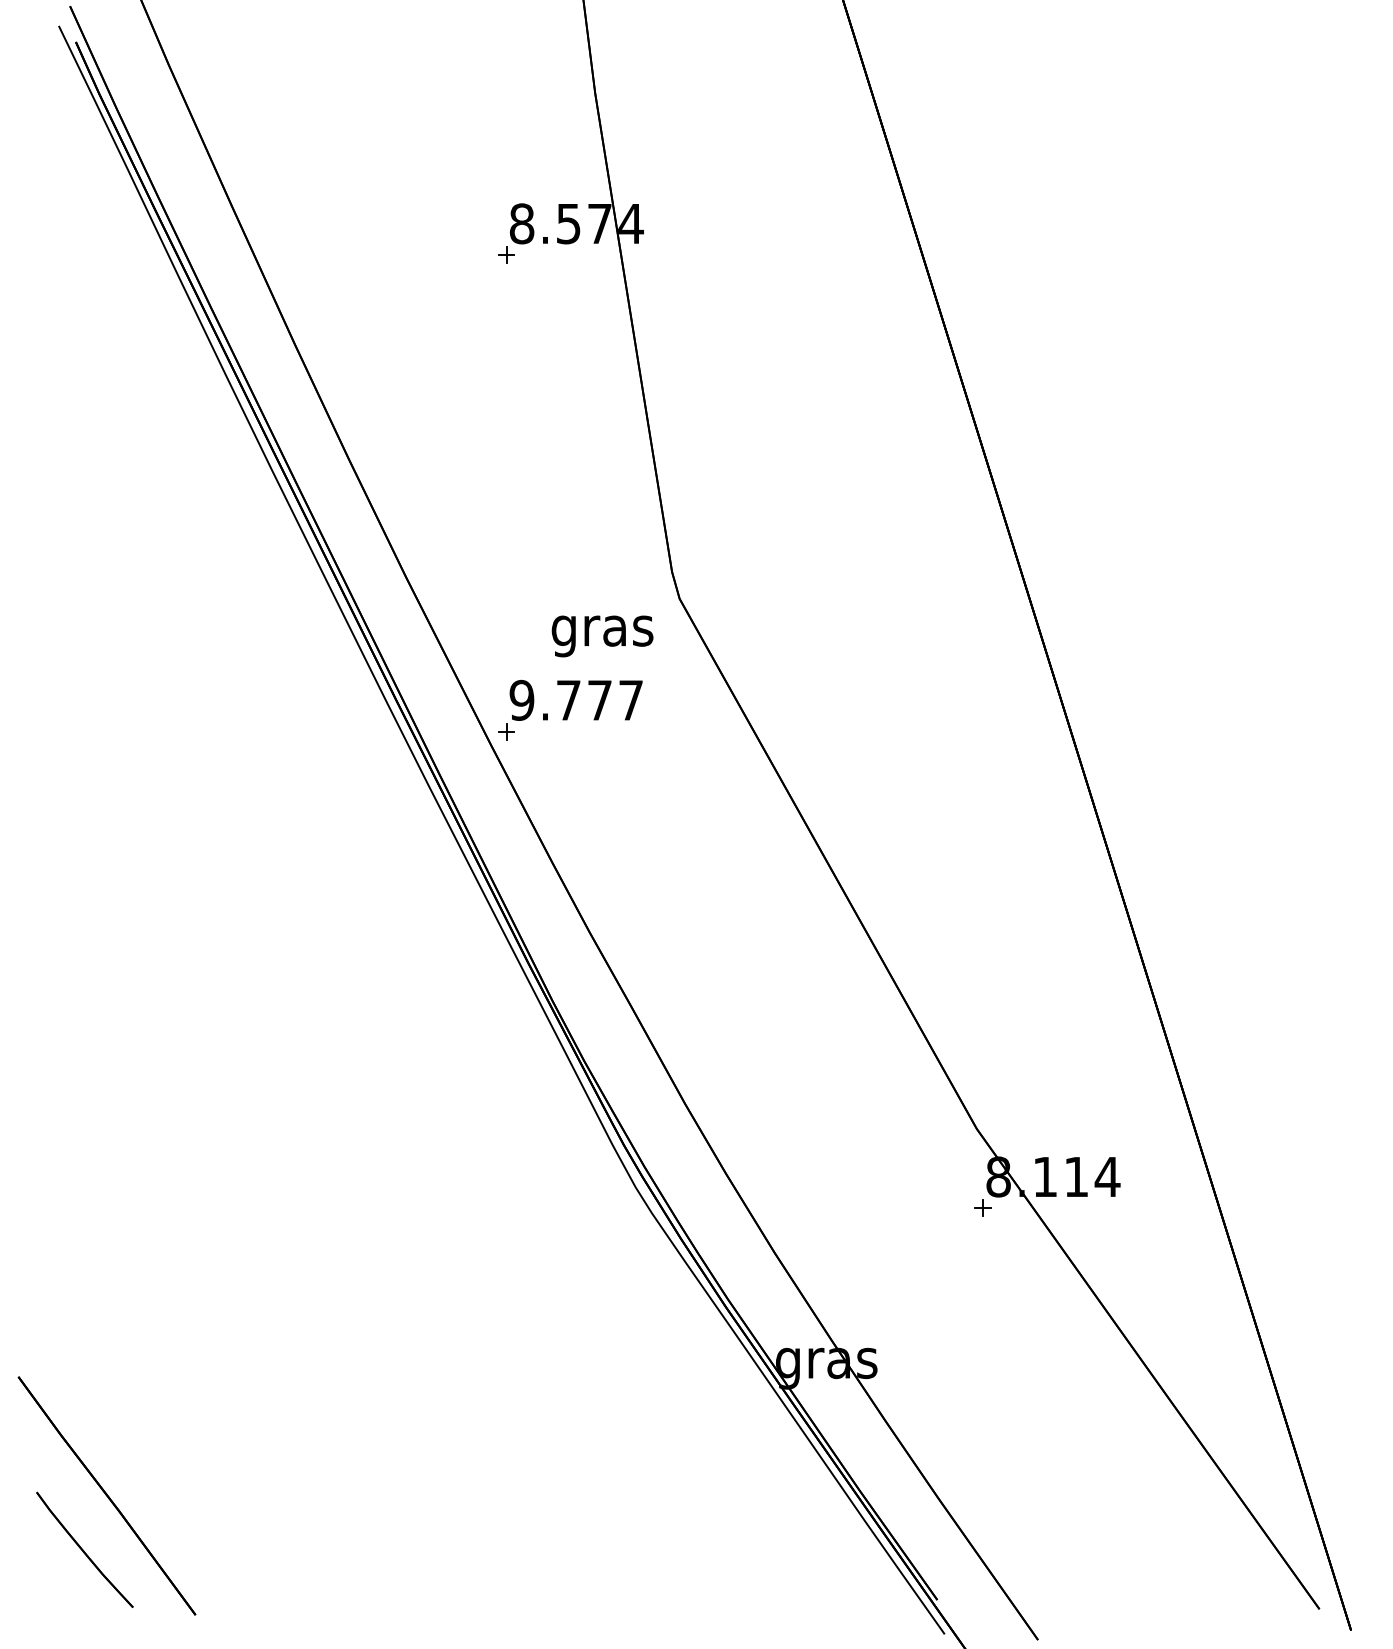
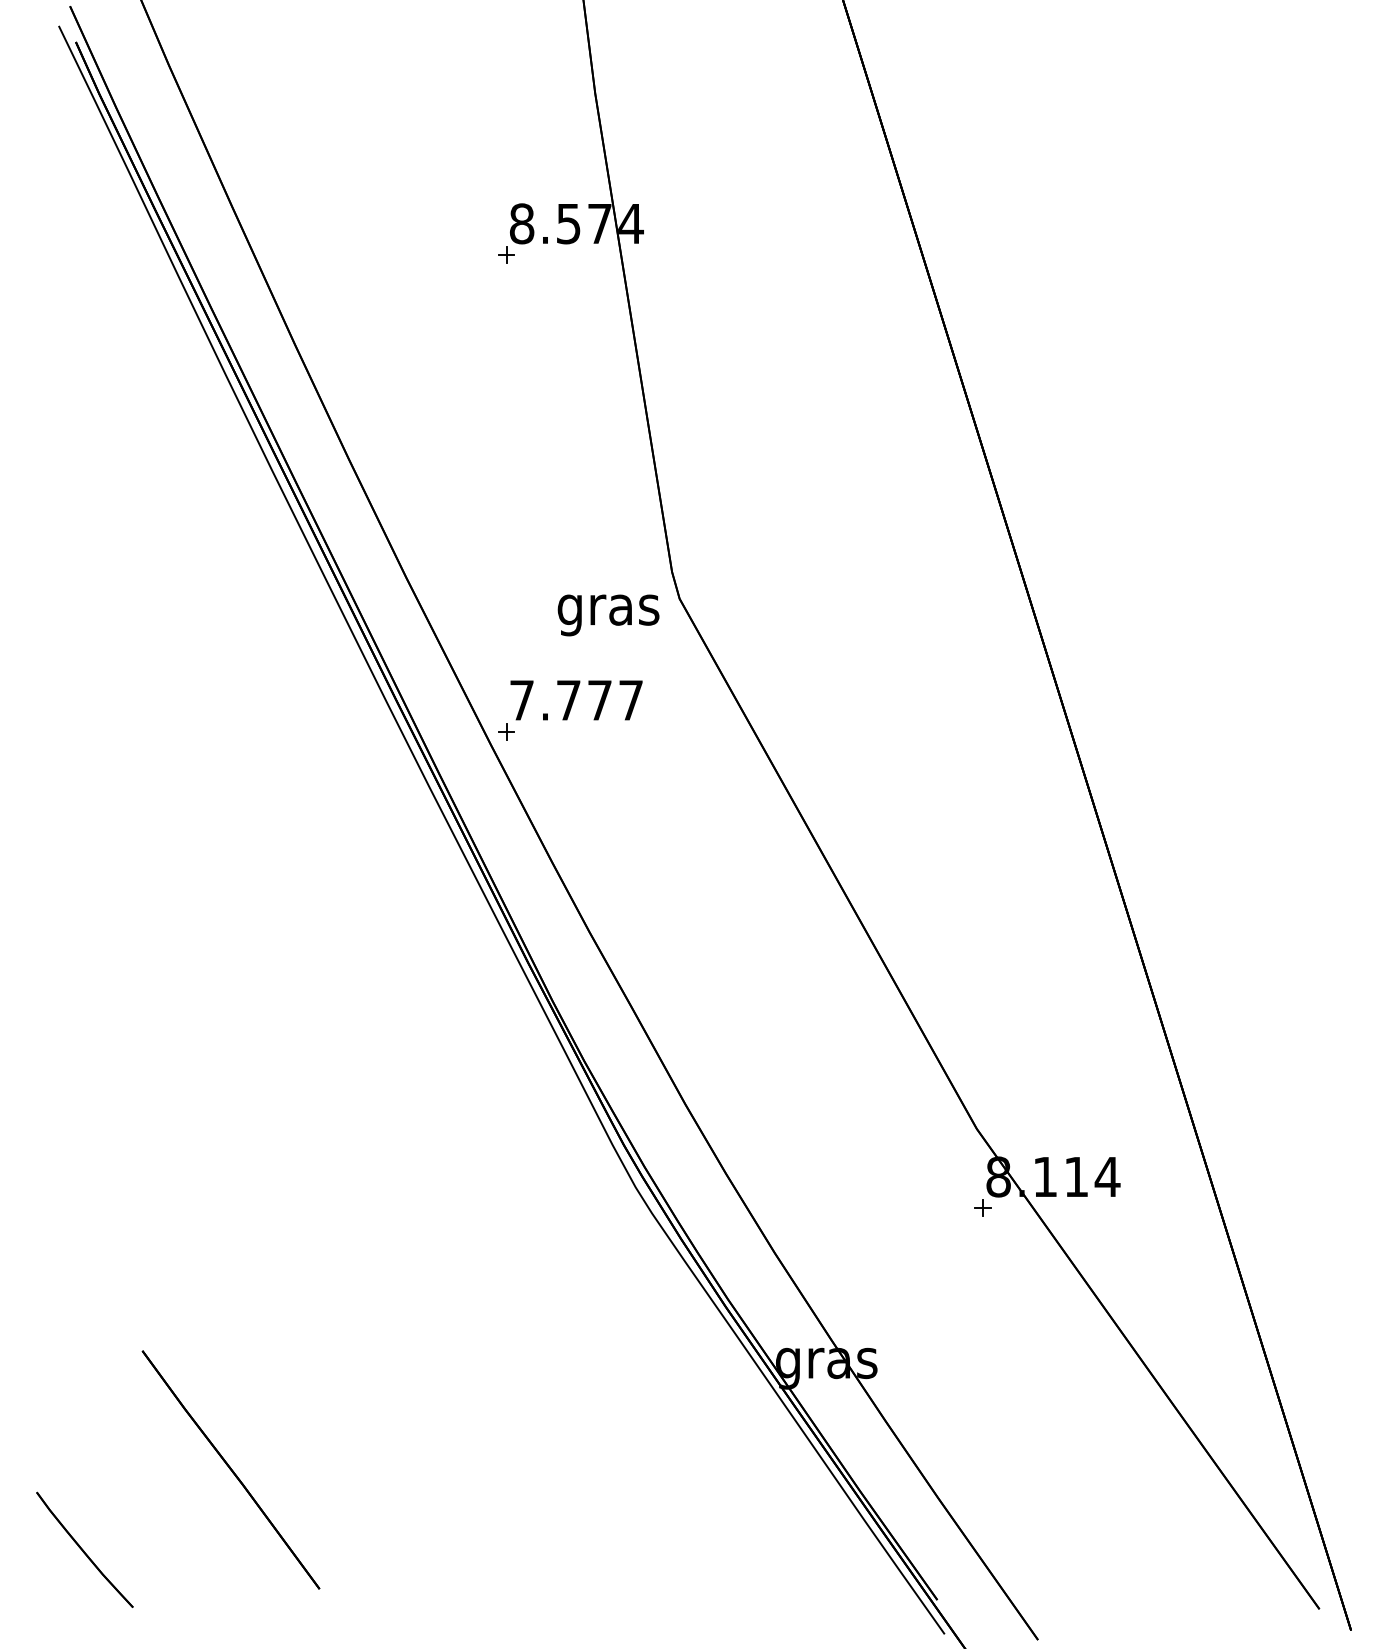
text at (602, 636) position: (602, 636) -> (608, 615)
text at (521, 699): 9.777 -> 7.777
line at (106, 1495) position: (106, 1495) -> (230, 1469)
